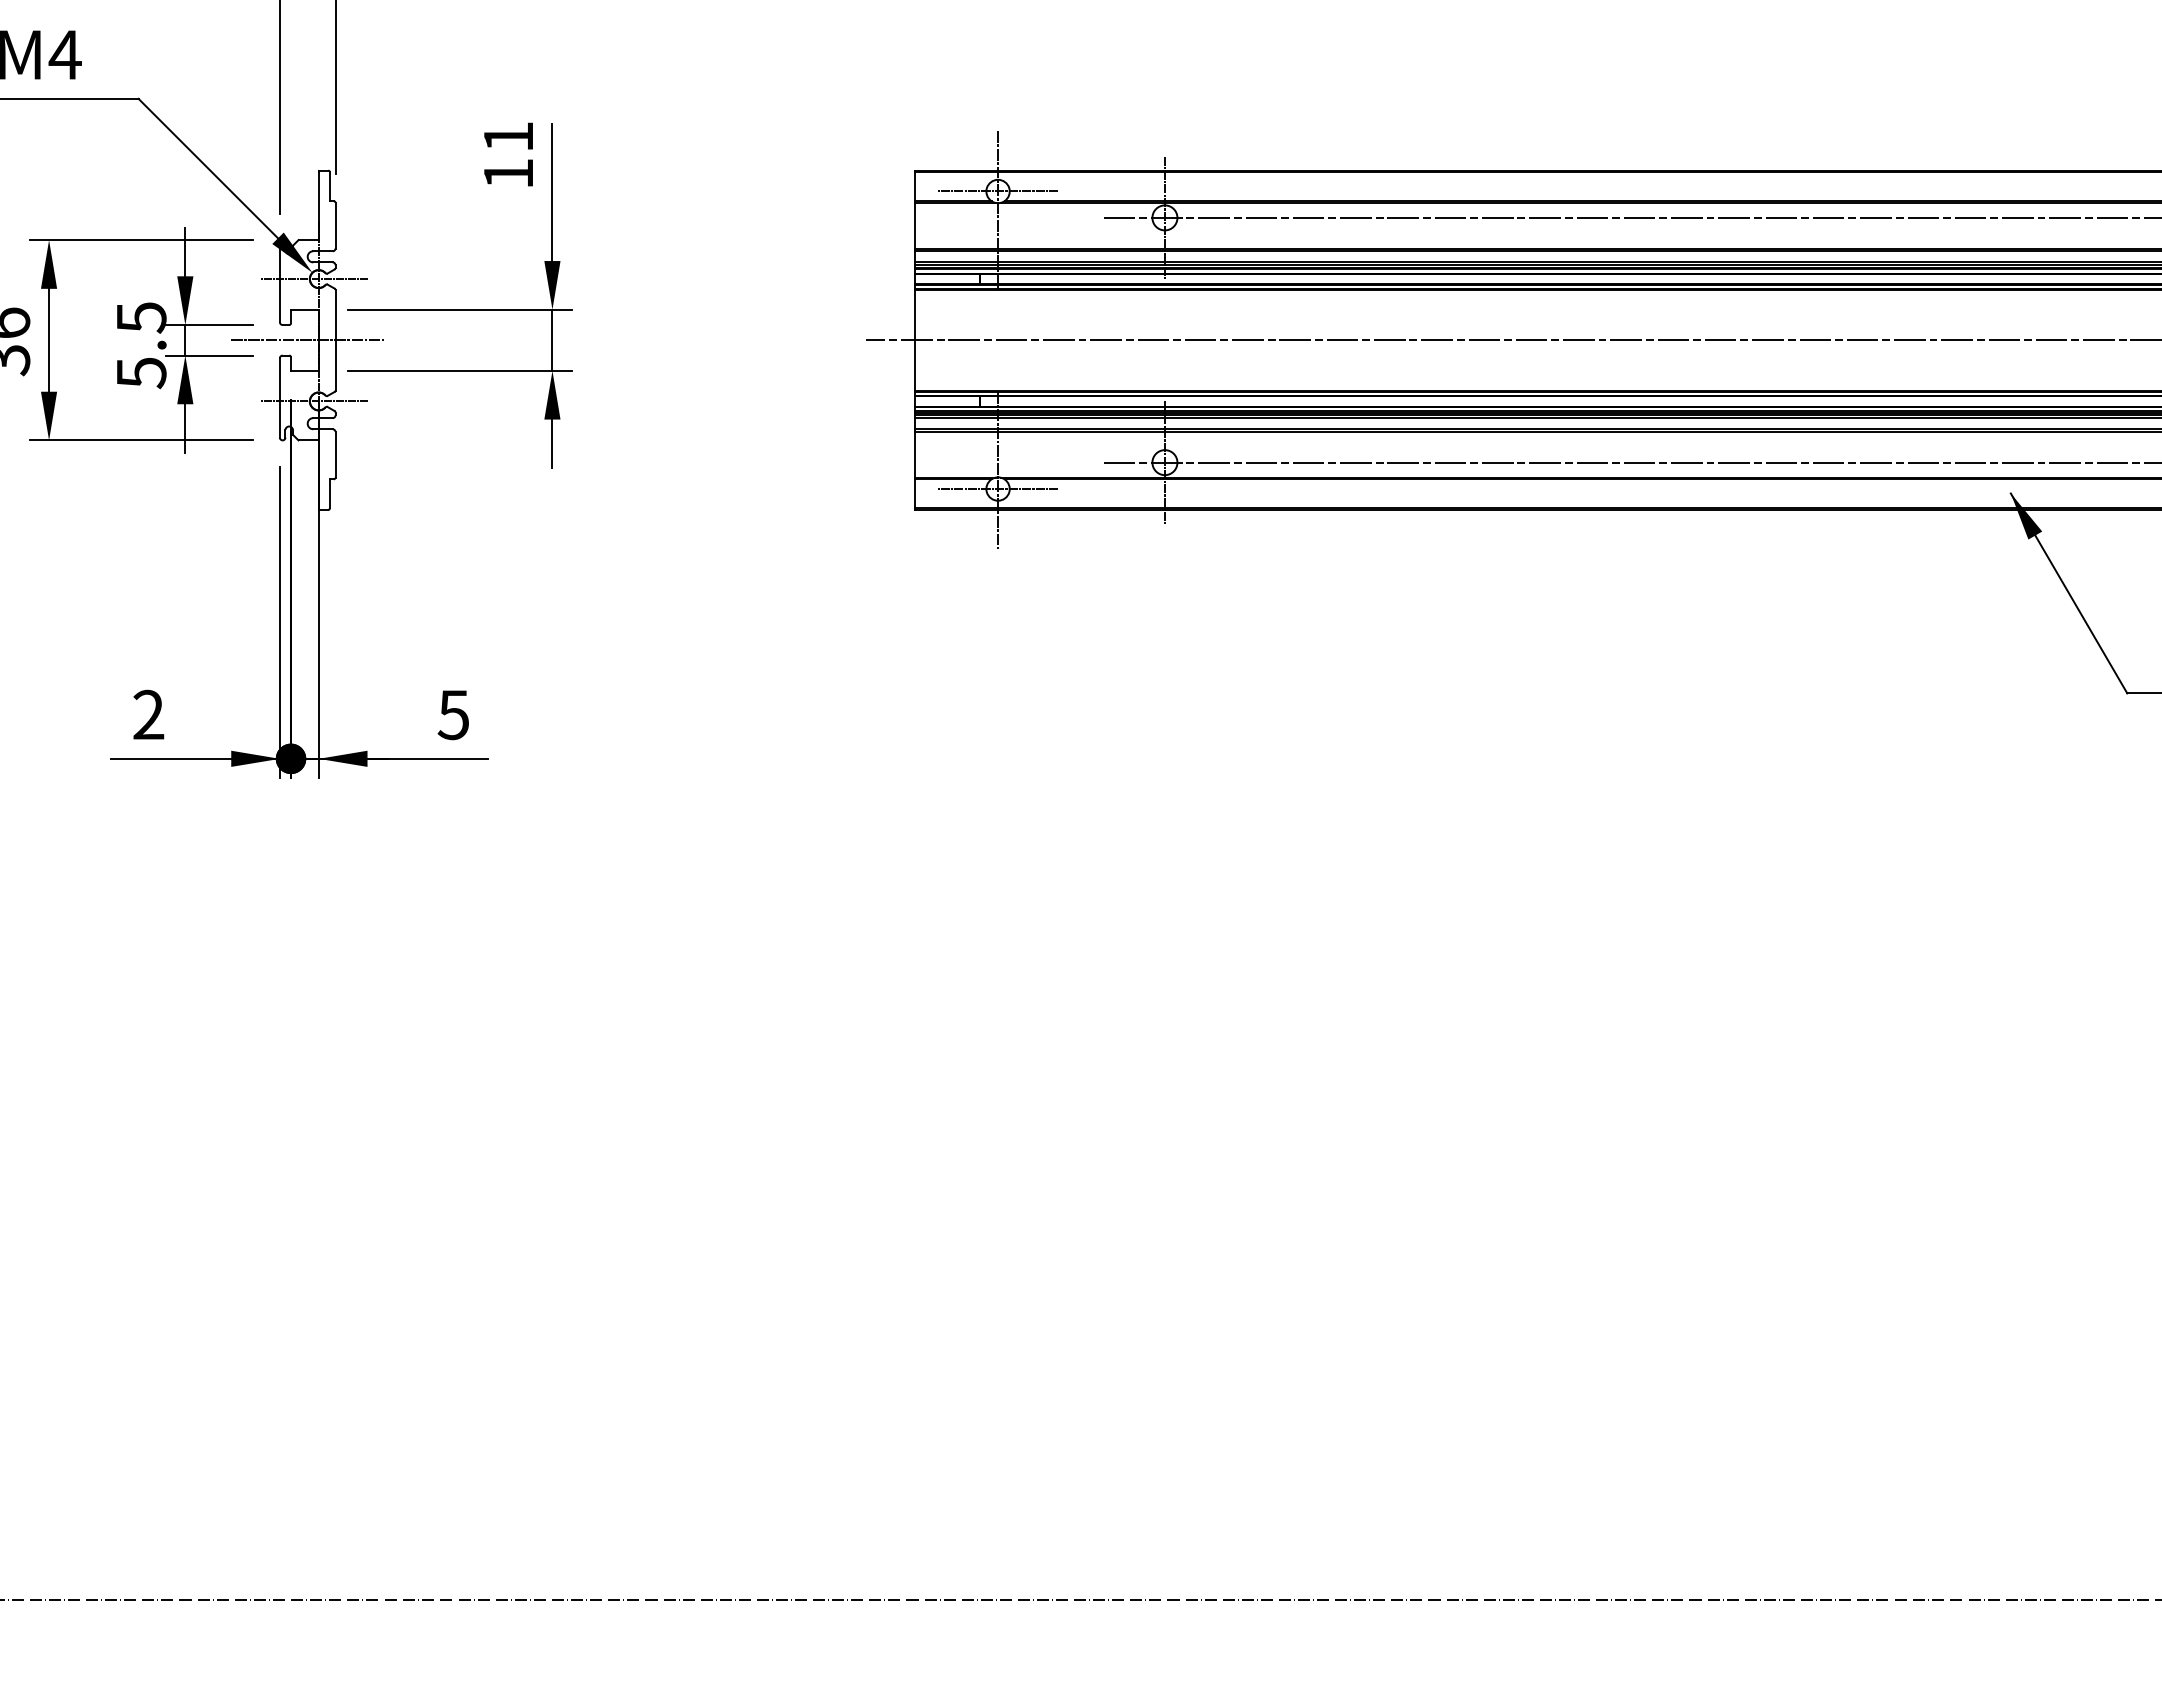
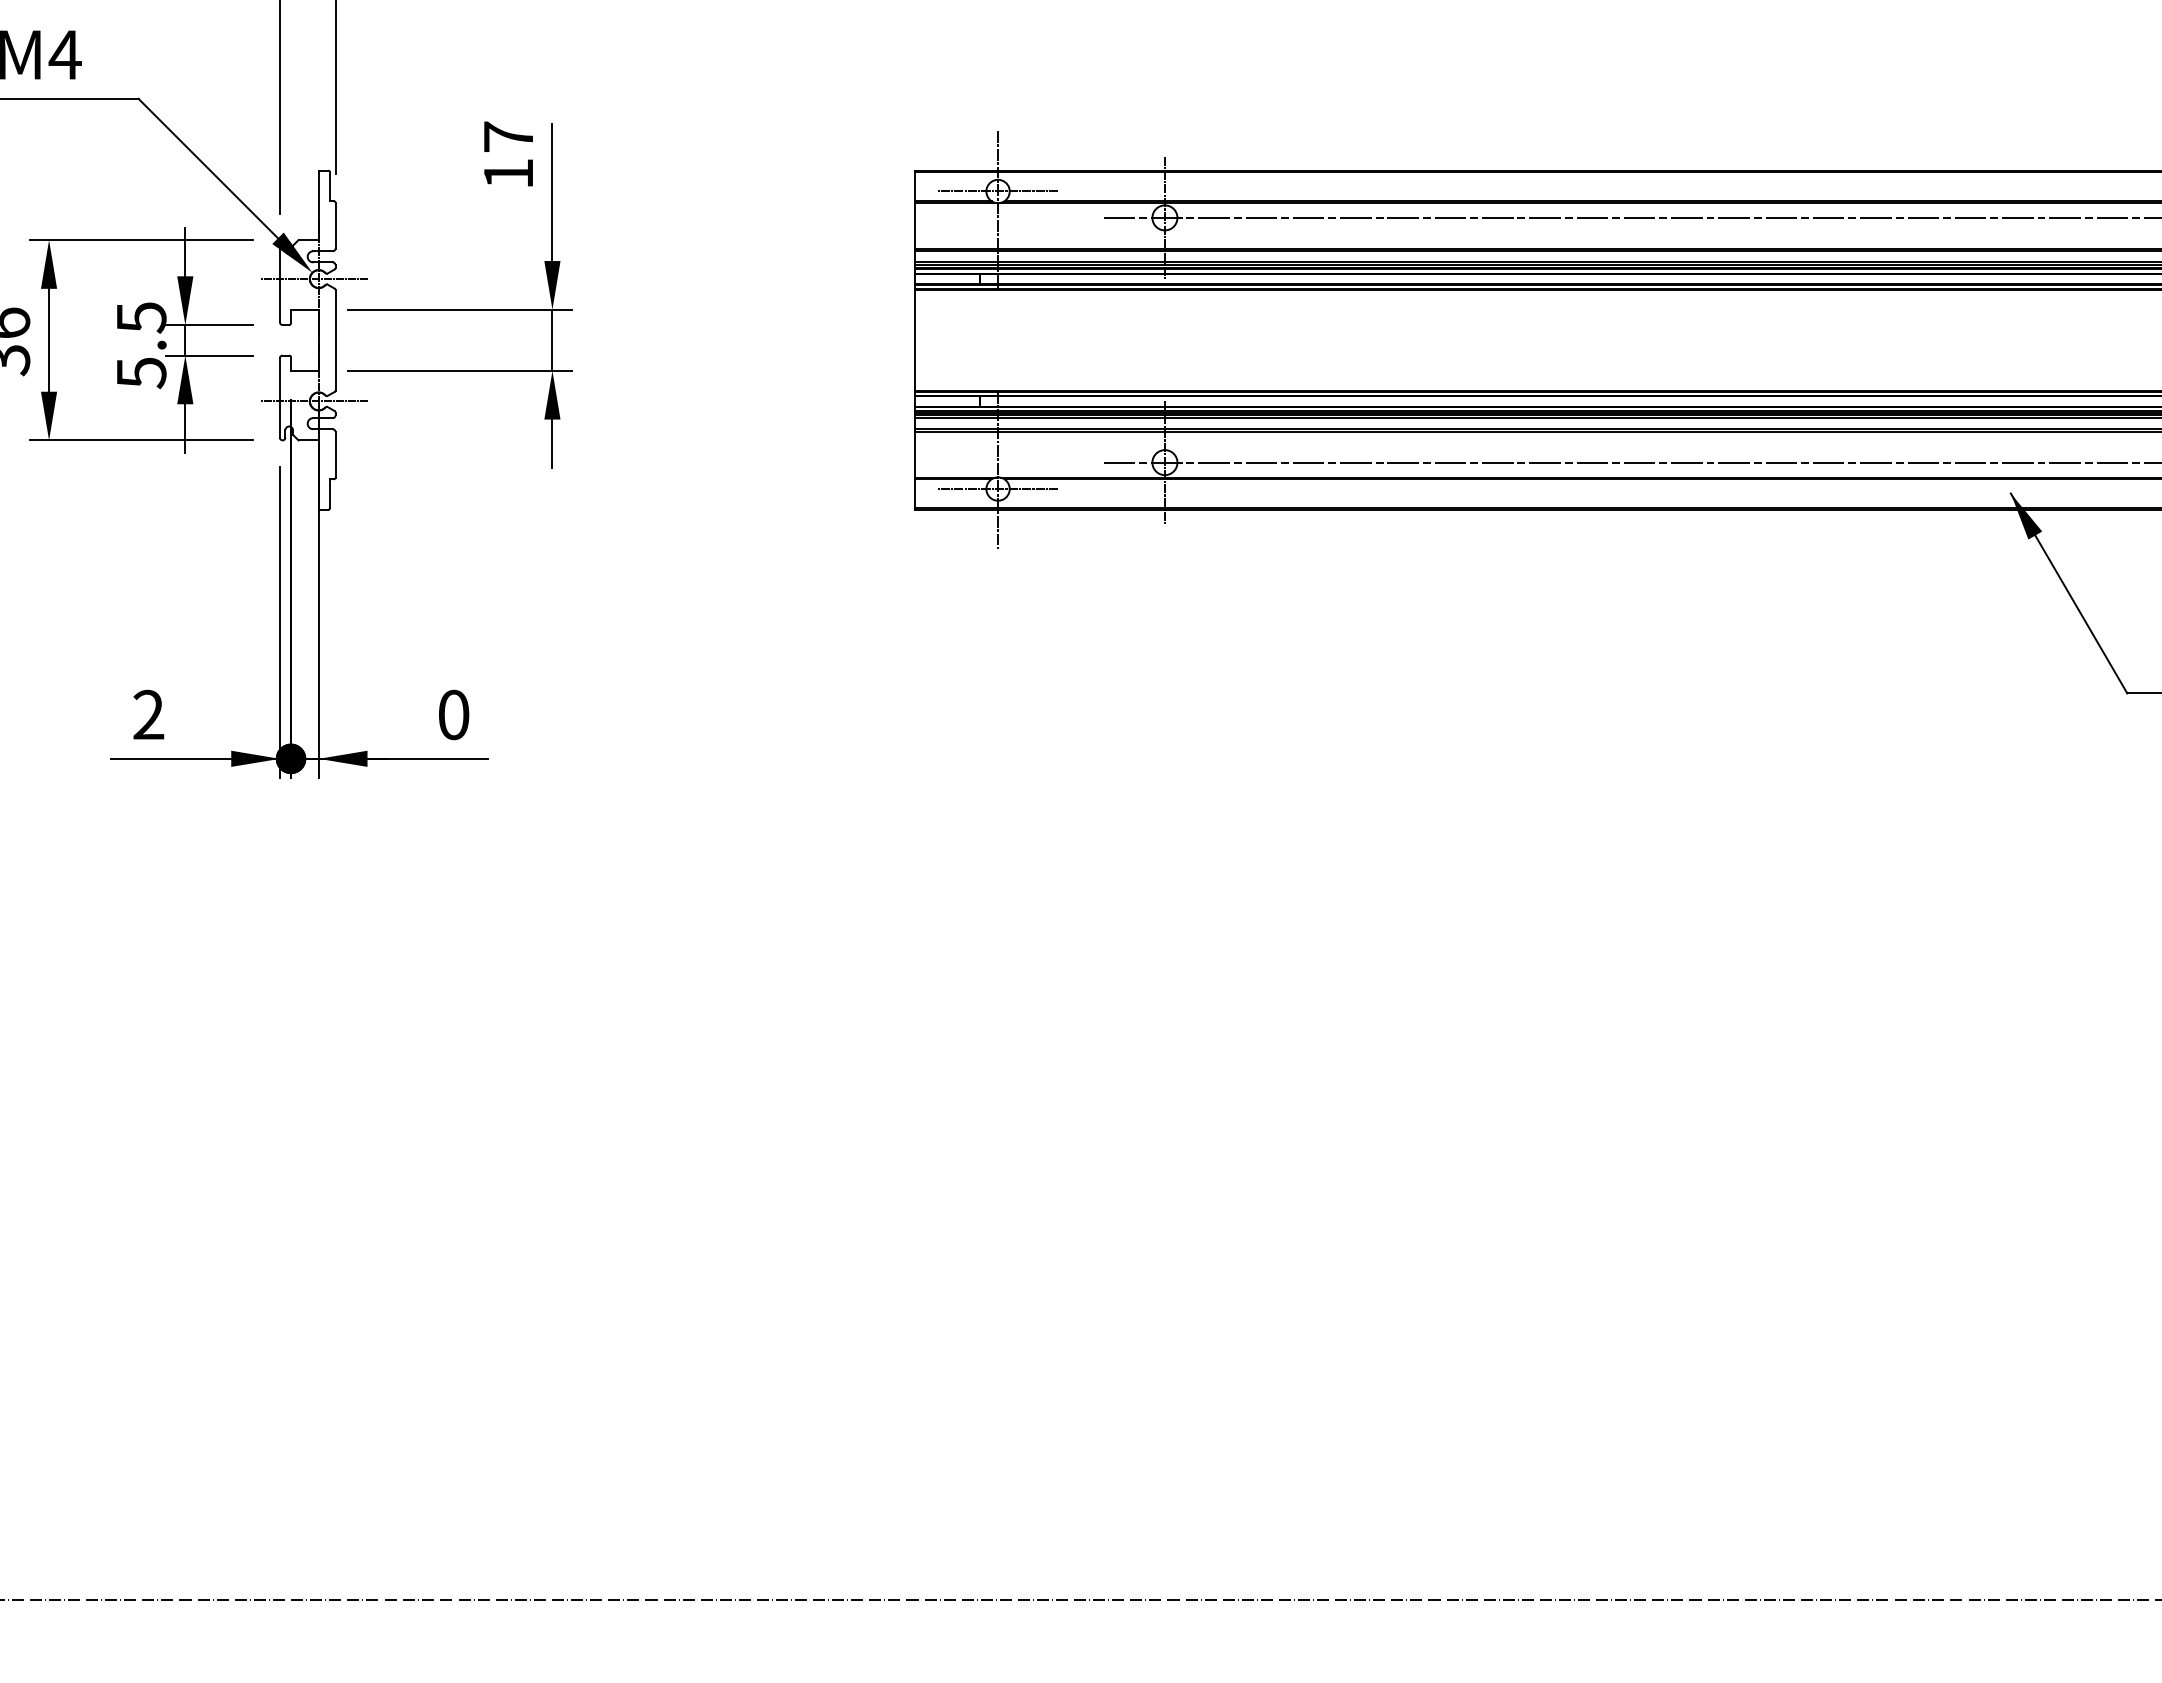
text at (508, 136): 11 -> 17
line at (307, 340): present -> none
line at (1511, 340): present -> none
text at (453, 714): 5 -> 0
